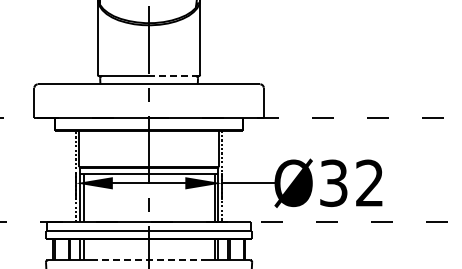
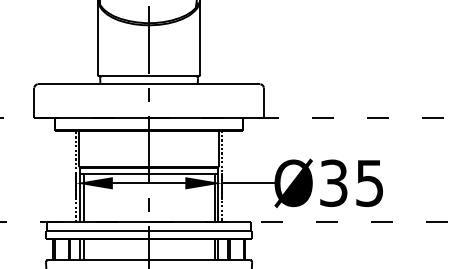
line at (173, 76): dashed -> solid
text at (369, 183): Ø32 -> Ø35
line at (149, 260): dashed -> solid
